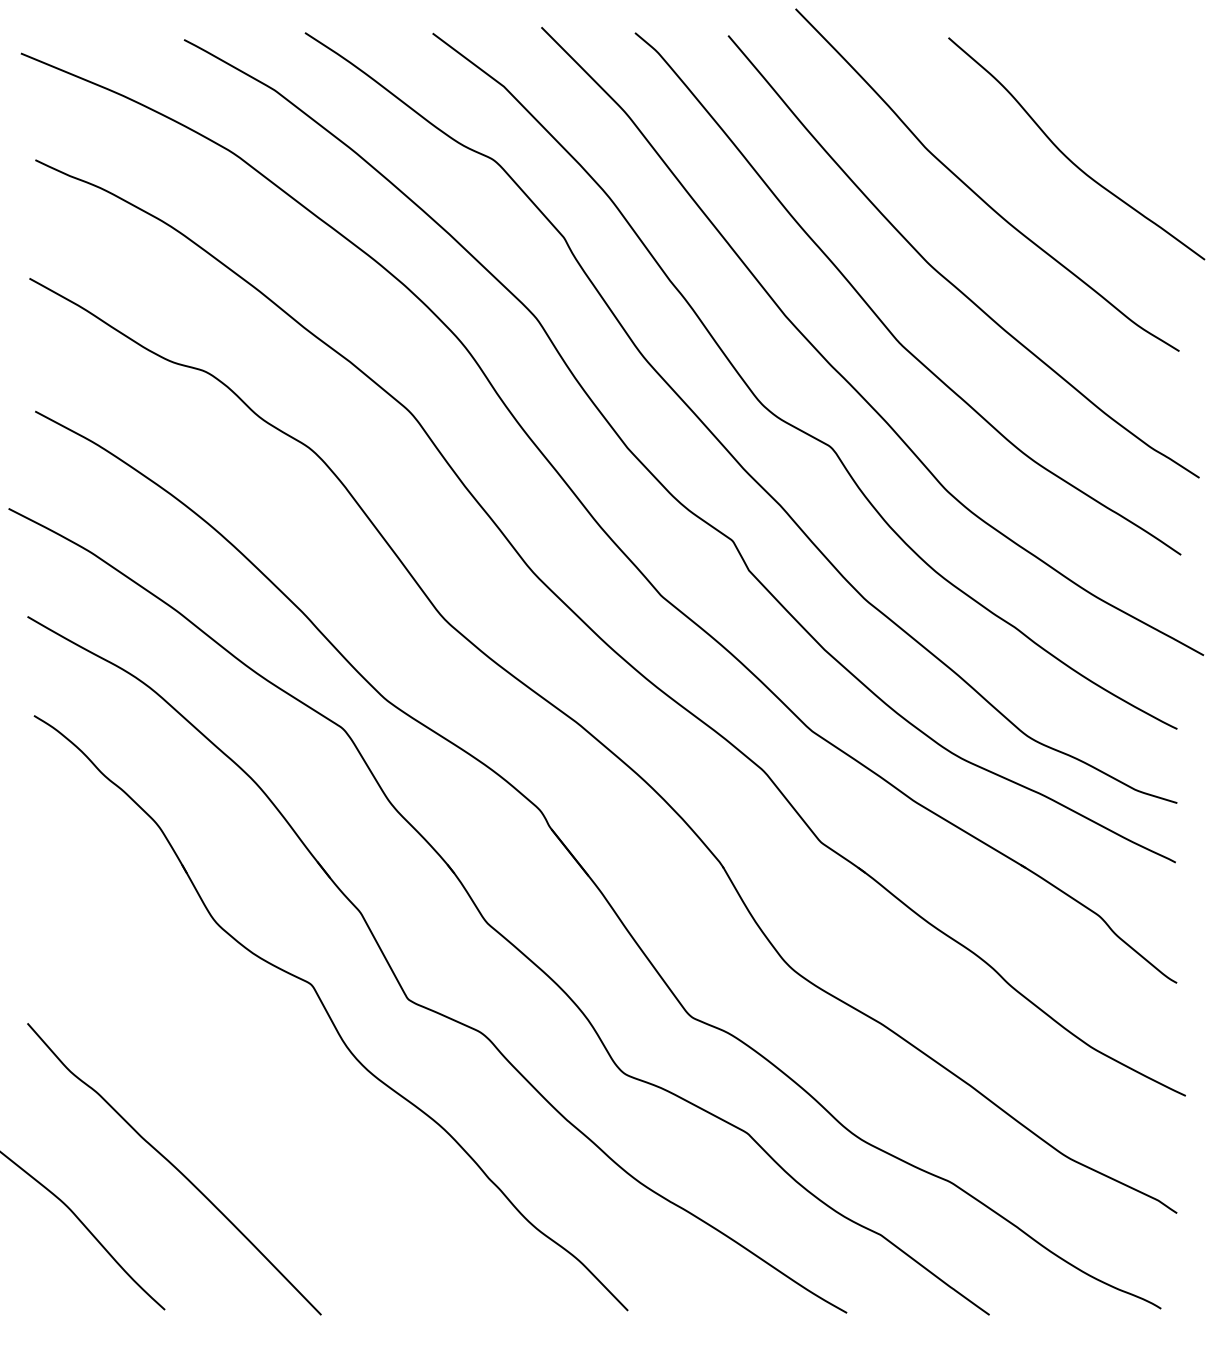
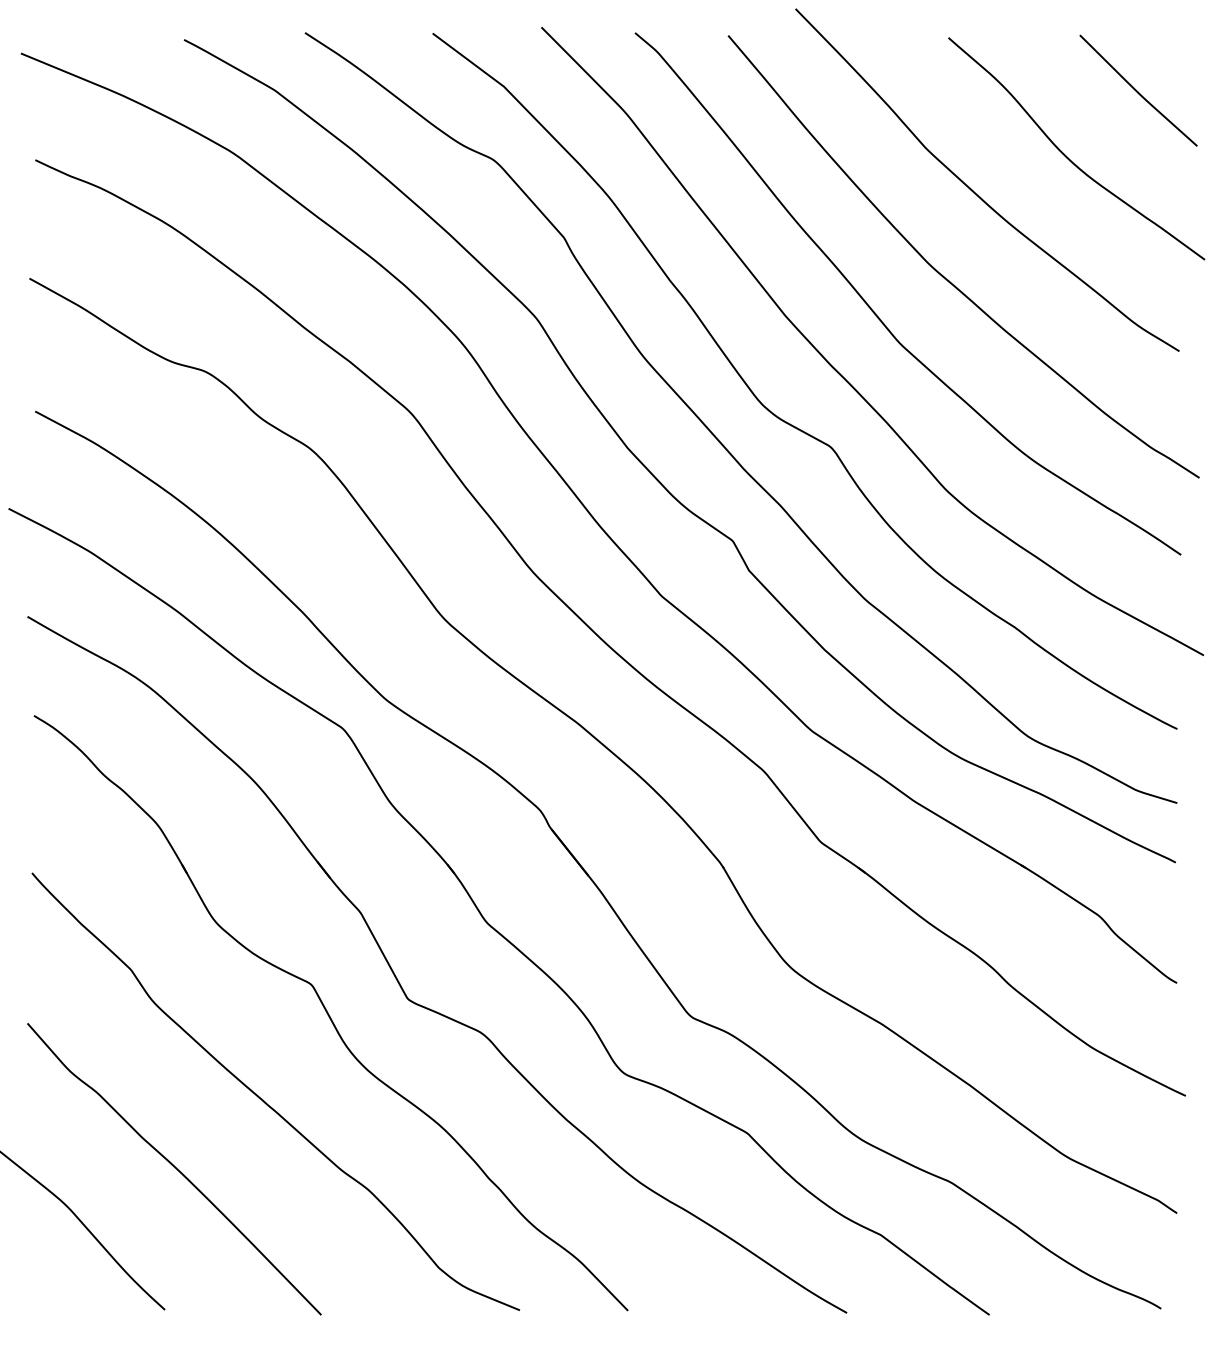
curve at (1137, 90): none -> present
curve at (265, 1101): none -> present
